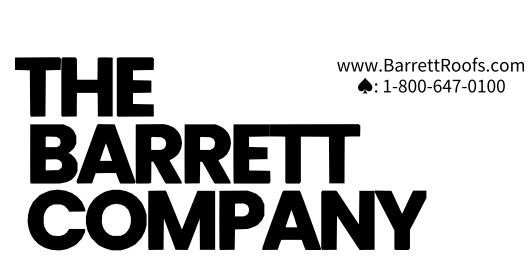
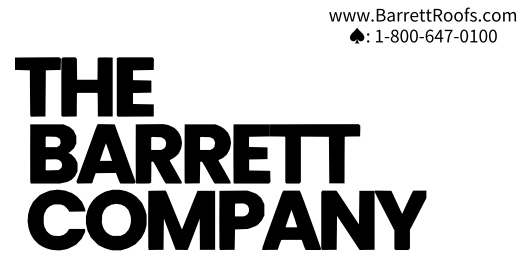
text at (430, 75) position: (430, 75) -> (422, 25)
